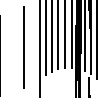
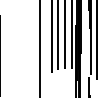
line at (85, 37): present -> none
line at (45, 38): present -> none
line at (23, 47): present -> none
